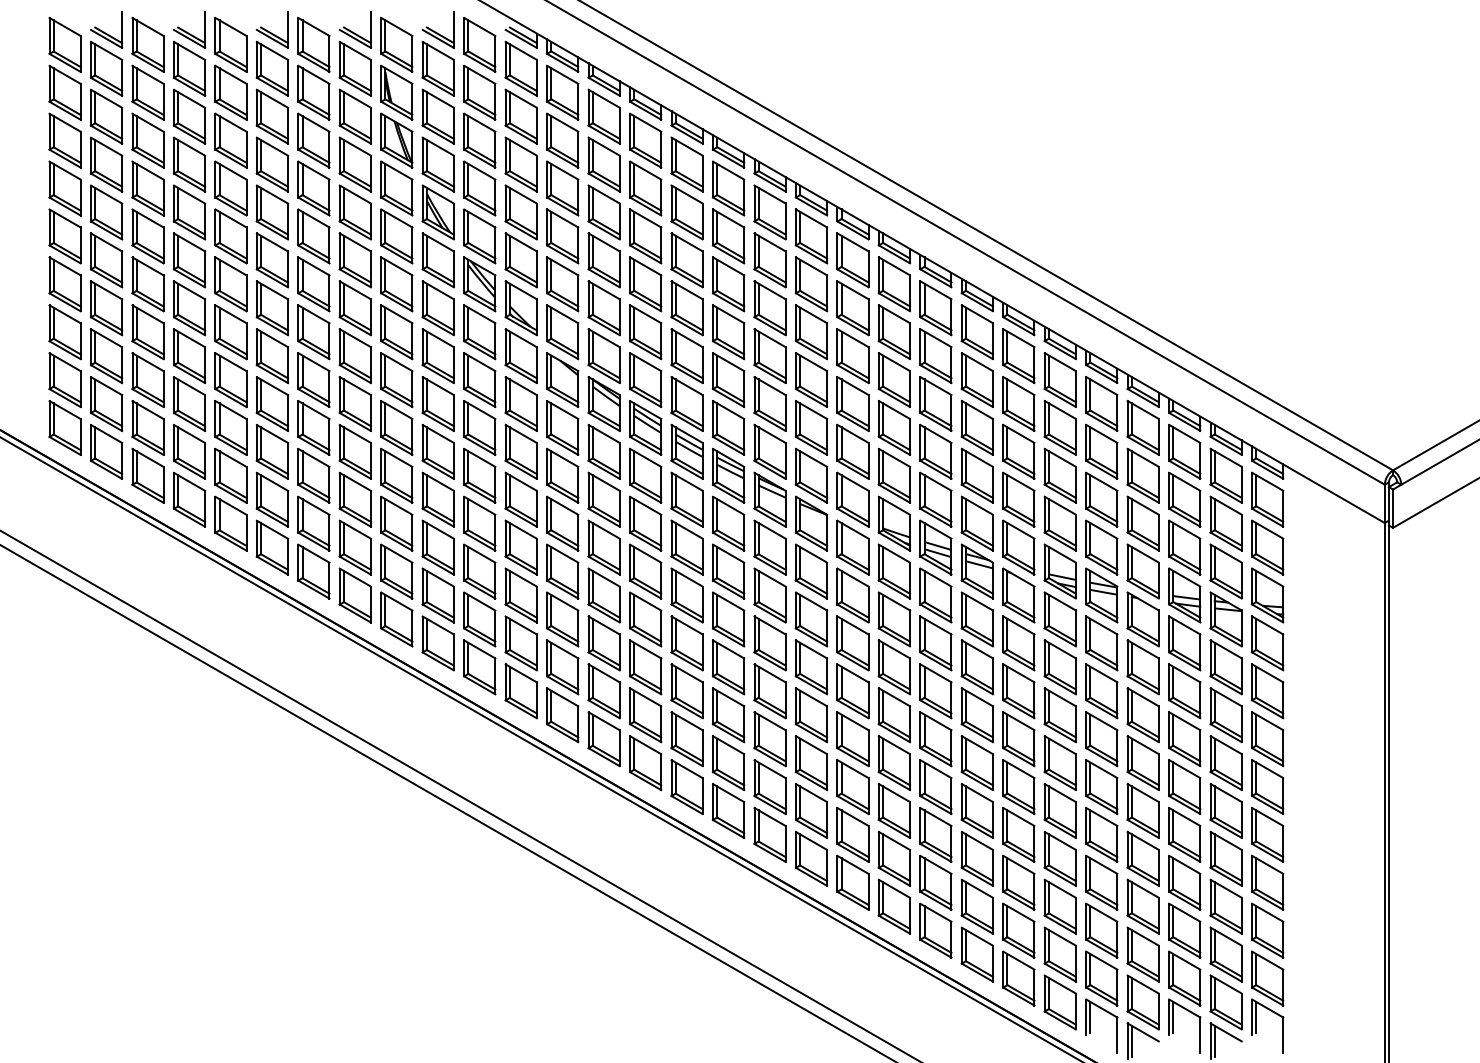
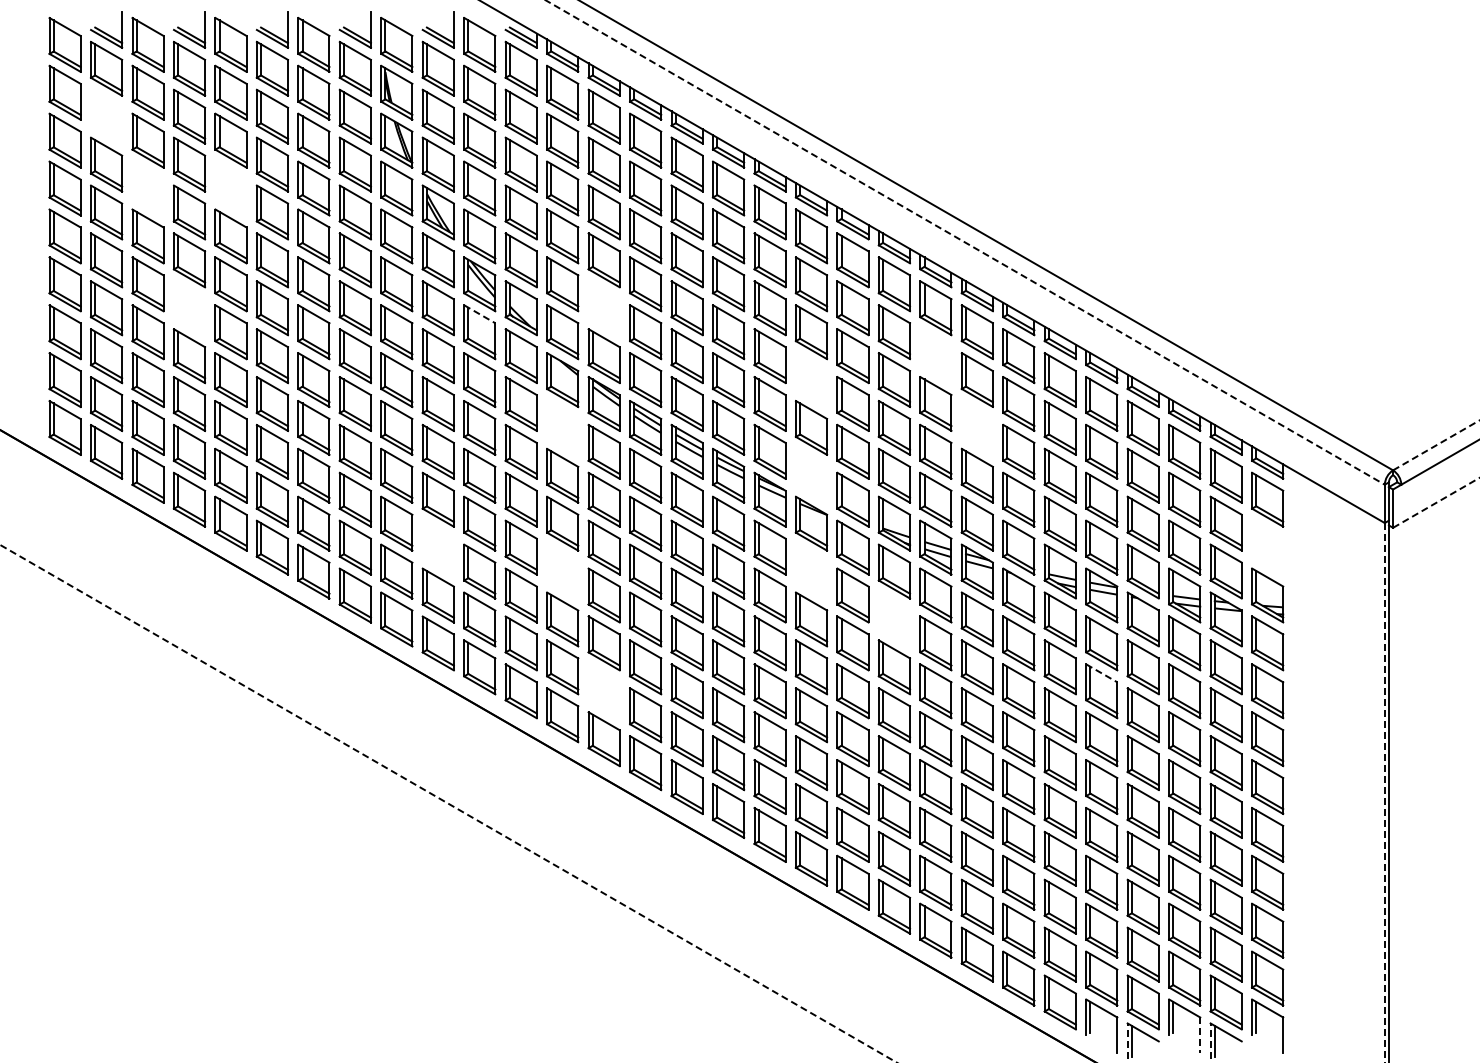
part at (106, 116): present -> none
part at (147, 188): present -> none
part at (230, 188): present -> none
line at (965, 242): solid -> dashed
part at (189, 308): present -> none
part at (603, 308): present -> none
line at (479, 314): solid -> dashed
part at (935, 356): present -> none
part at (811, 379): present -> none
part at (562, 427): present -> none
part at (976, 427): present -> none
line at (1436, 445): solid -> dashed
part at (811, 475): present -> none
line at (1436, 502): solid -> dashed
part at (437, 547): present -> none
part at (1267, 547): present -> none
part at (562, 571): present -> none
part at (811, 571): present -> none
part at (894, 619): present -> none
line at (1101, 673): solid -> dashed
part at (603, 691): present -> none
line at (540, 748): present -> none
line at (1384, 793): solid -> dashed
line at (459, 795): present -> none
line at (448, 803): solid -> dashed
line at (1200, 1035): solid -> dashed
line at (1127, 1041): solid -> dashed
line at (1210, 1041): solid -> dashed
